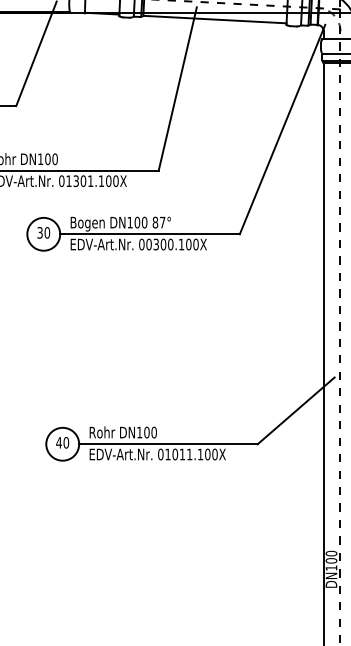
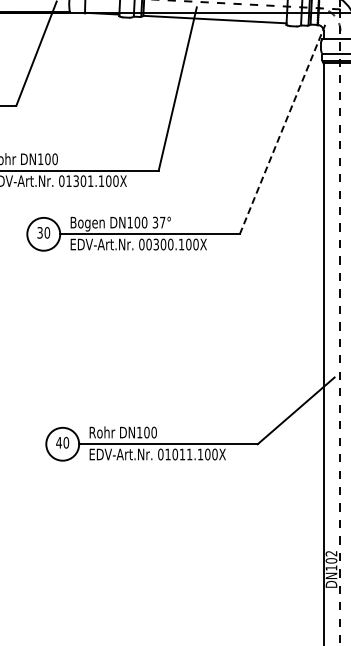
line at (282, 129): solid -> dashed
text at (155, 222): 87° -> 37°
text at (331, 553): DN100 -> DN102
